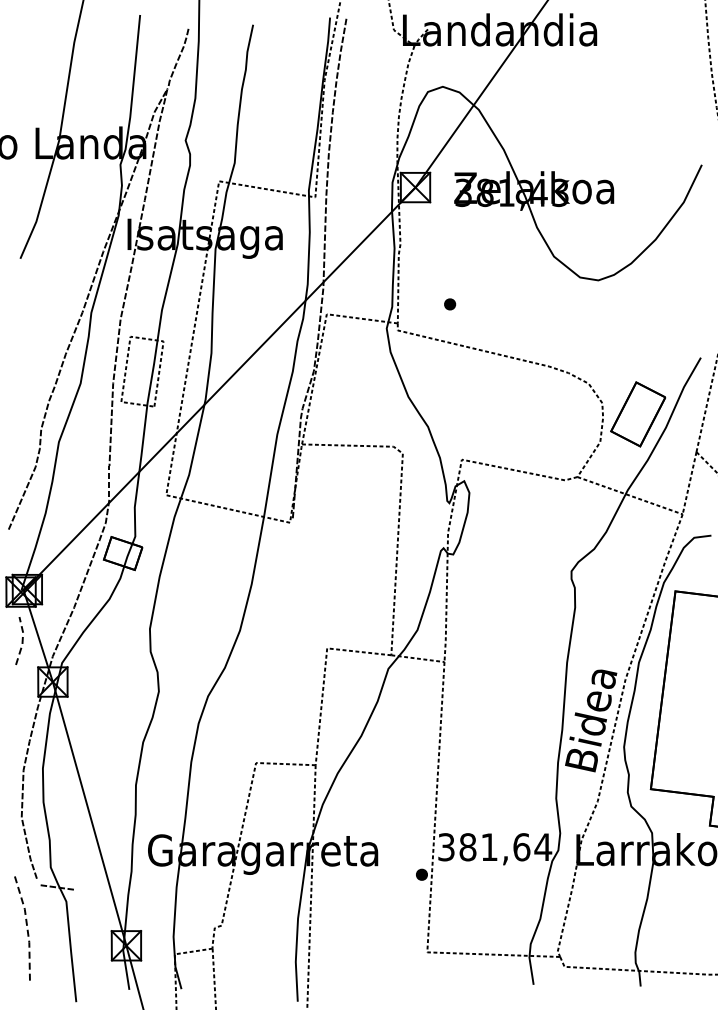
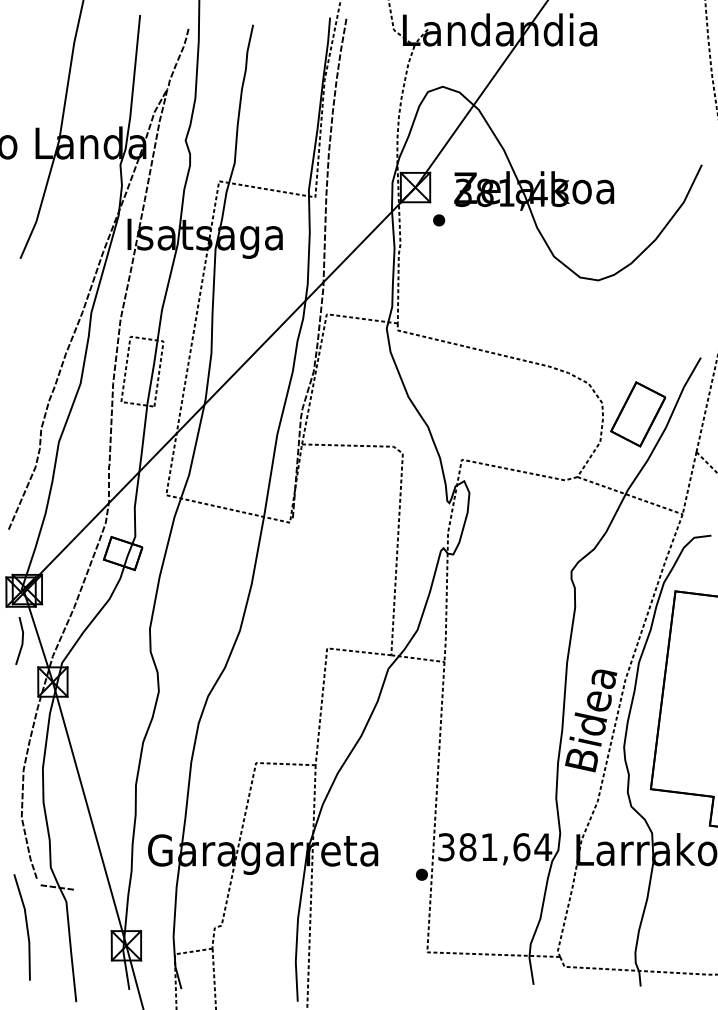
part at (450, 304) position: (450, 304) -> (439, 220)
line at (22, 640): dashed -> solid
line at (27, 926): dashed -> solid
